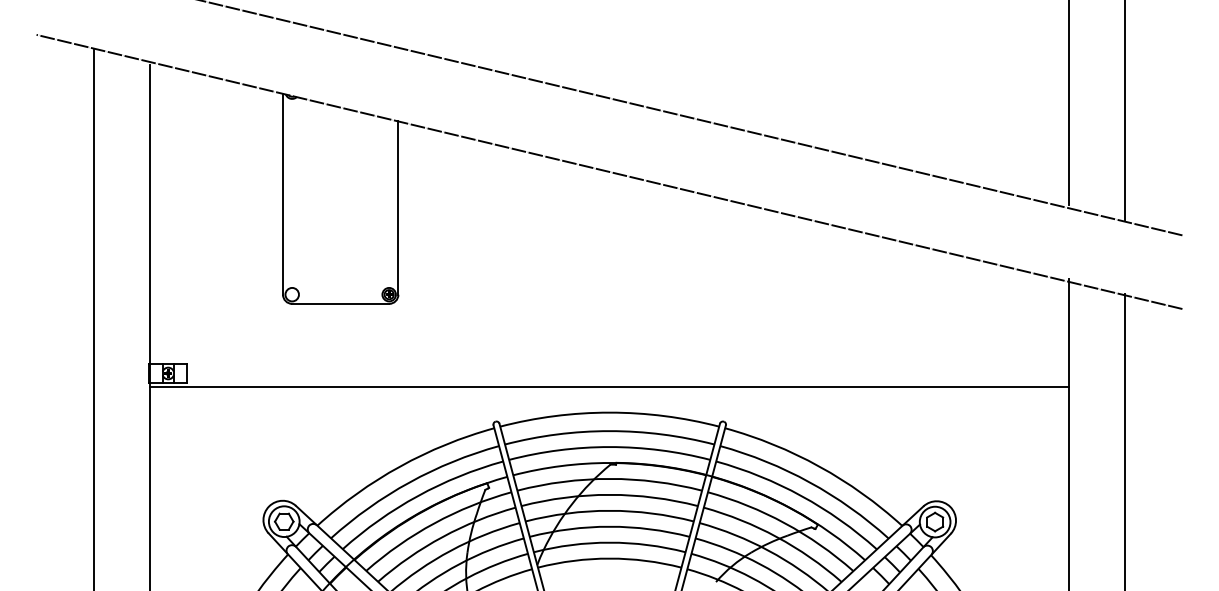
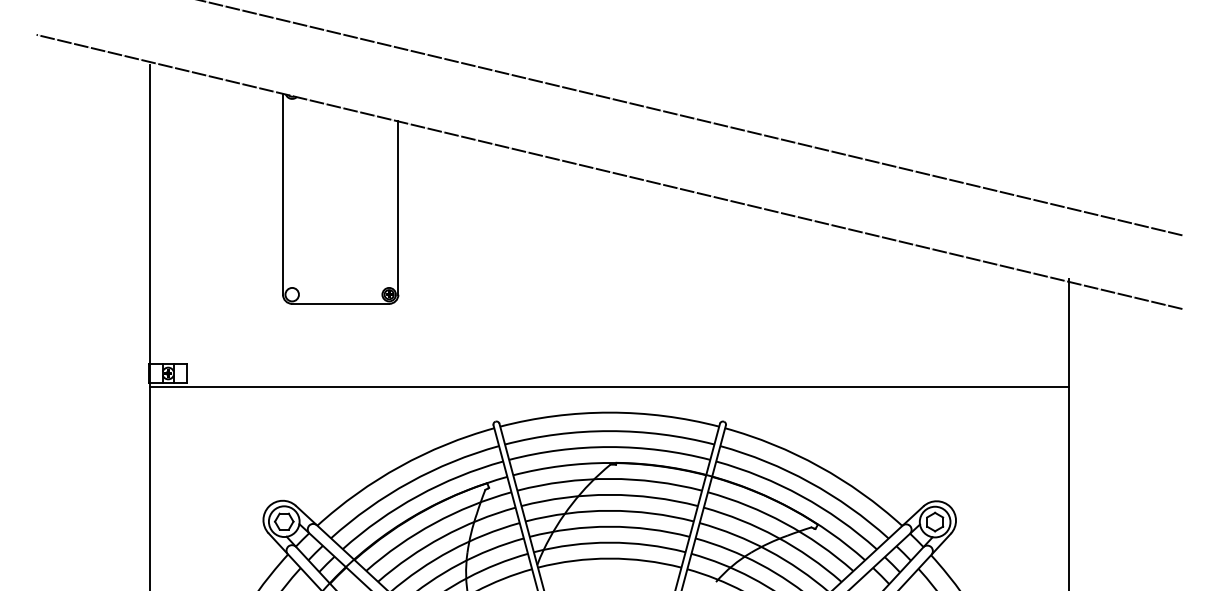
line at (1069, 103): present -> none
line at (1124, 110): present -> none
line at (94, 318): present -> none
line at (1124, 440): present -> none
